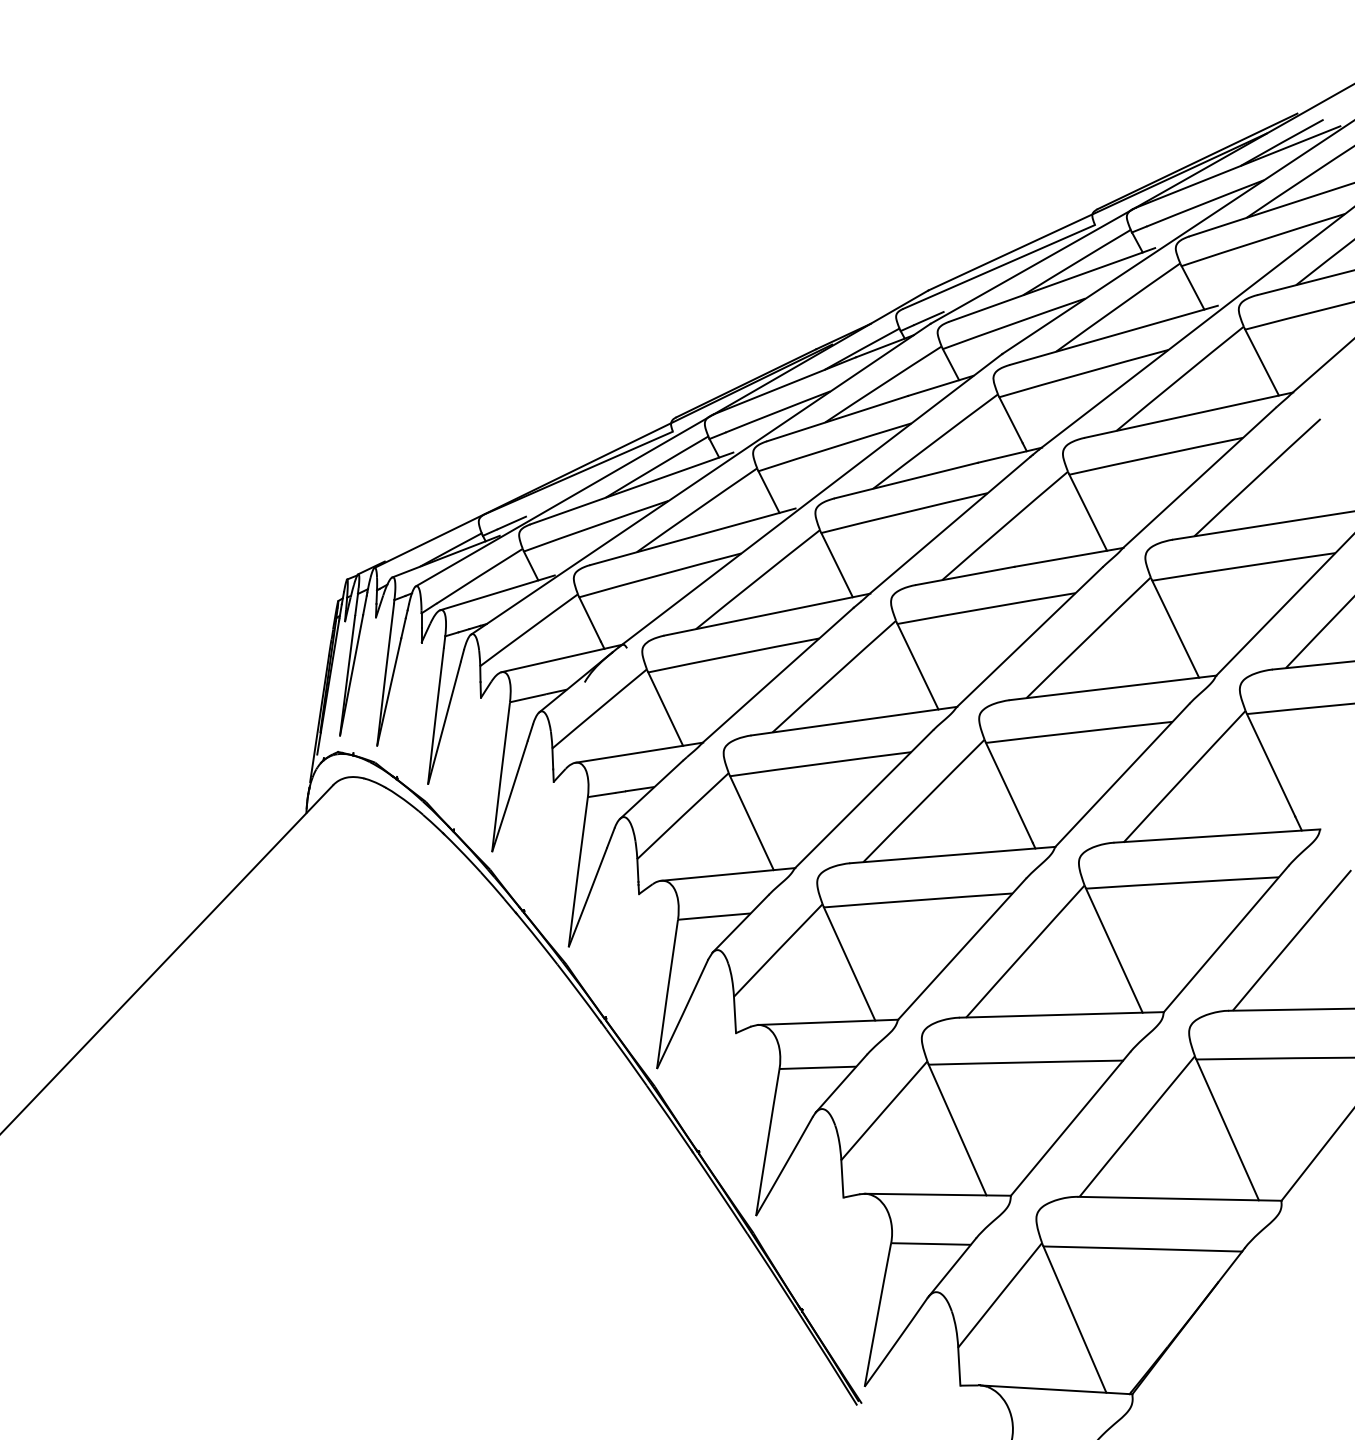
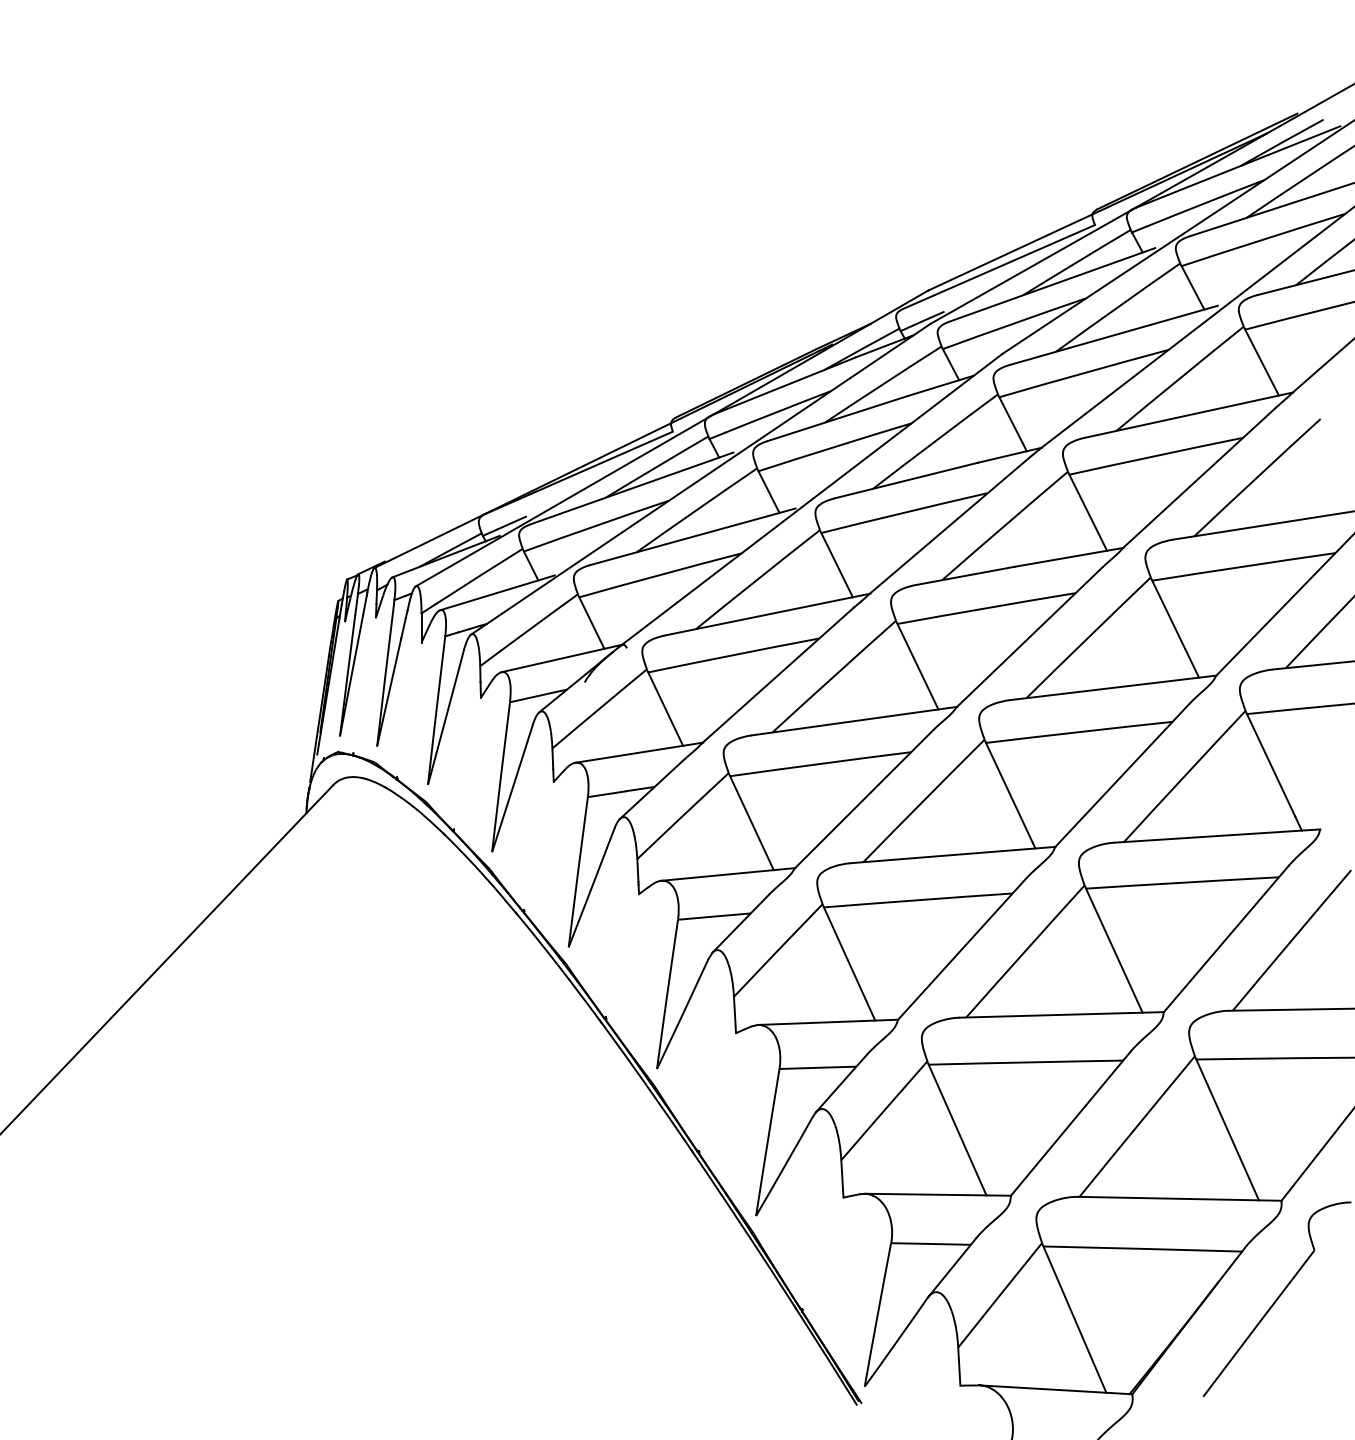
part at (1276, 1298): none -> present
